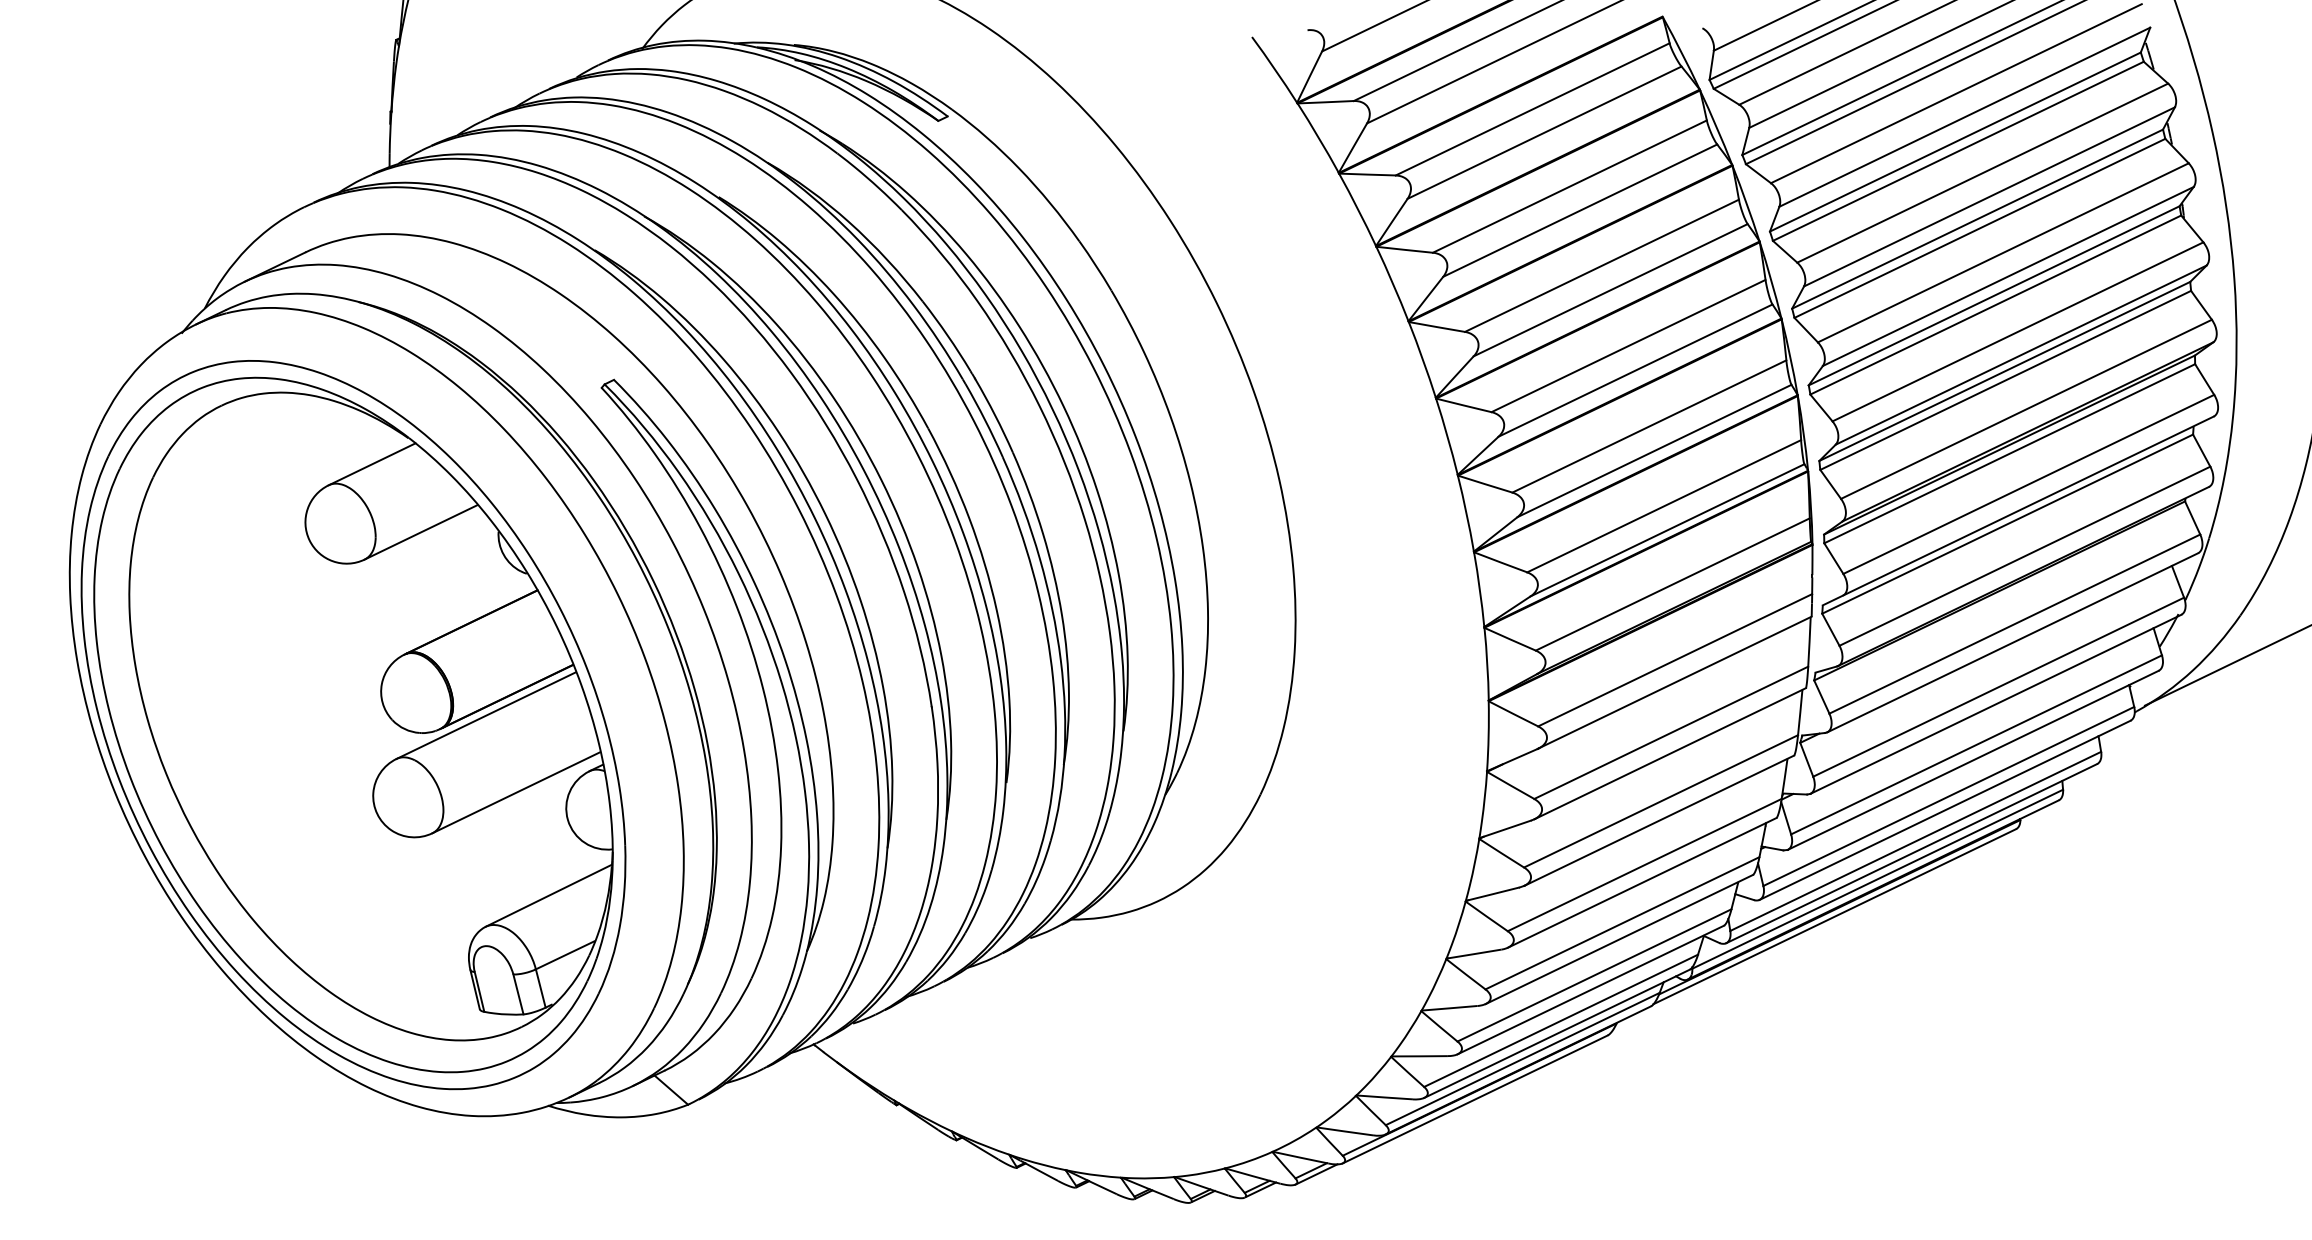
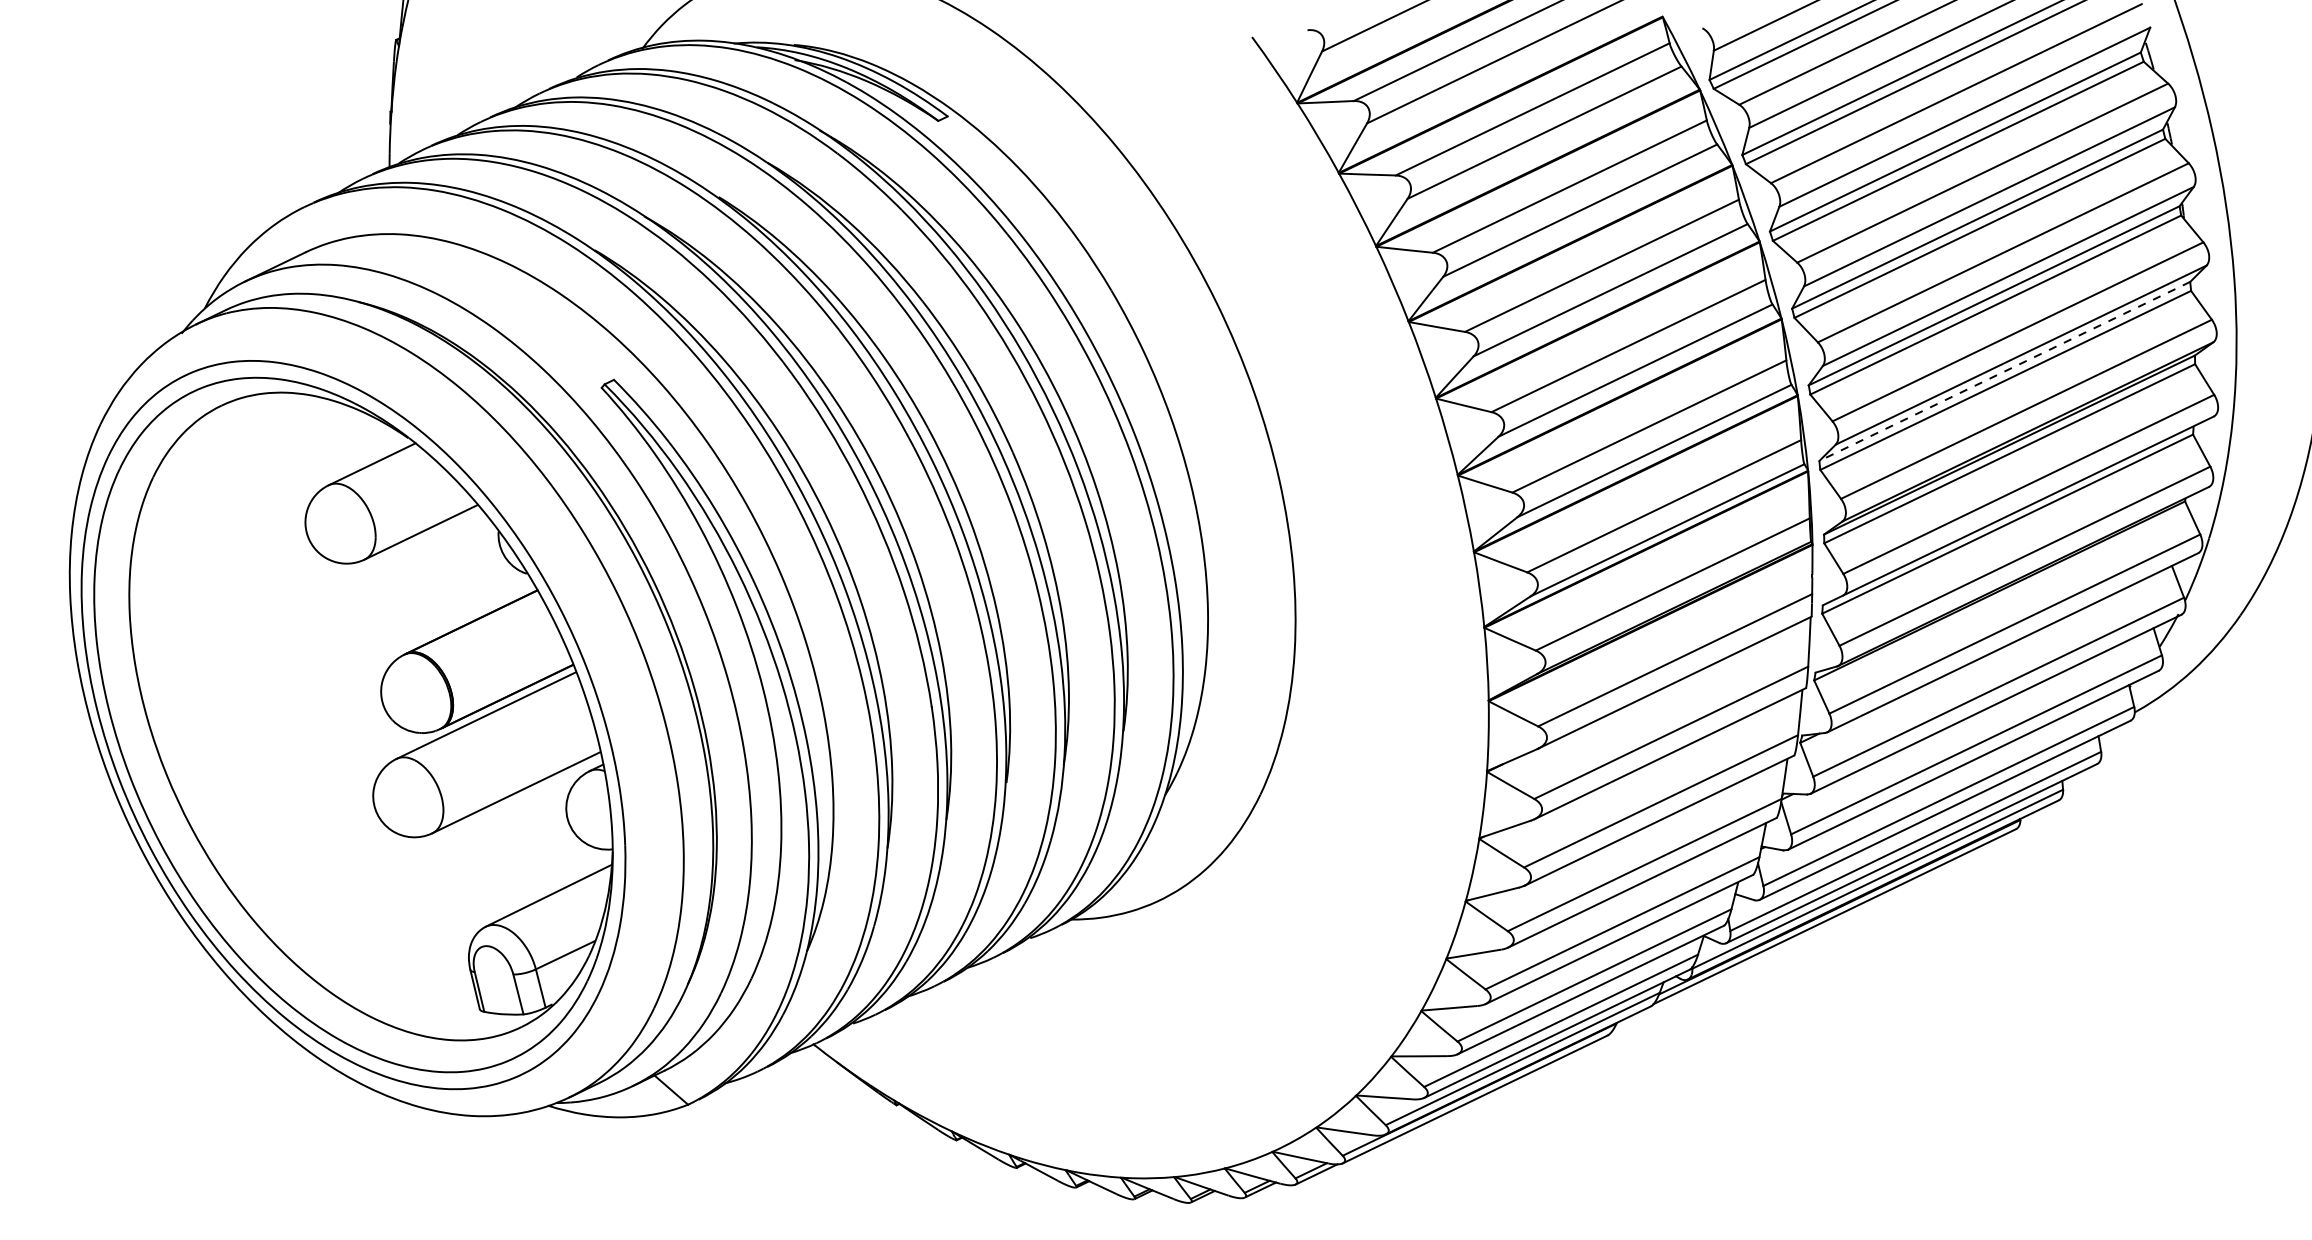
line at (2004, 371): solid -> dashed
line at (2226, 665): present -> none
